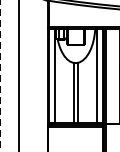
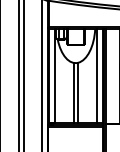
line at (23, 75): none -> present
line at (42, 75): none -> present
line at (0, 76): dashed -> solid
